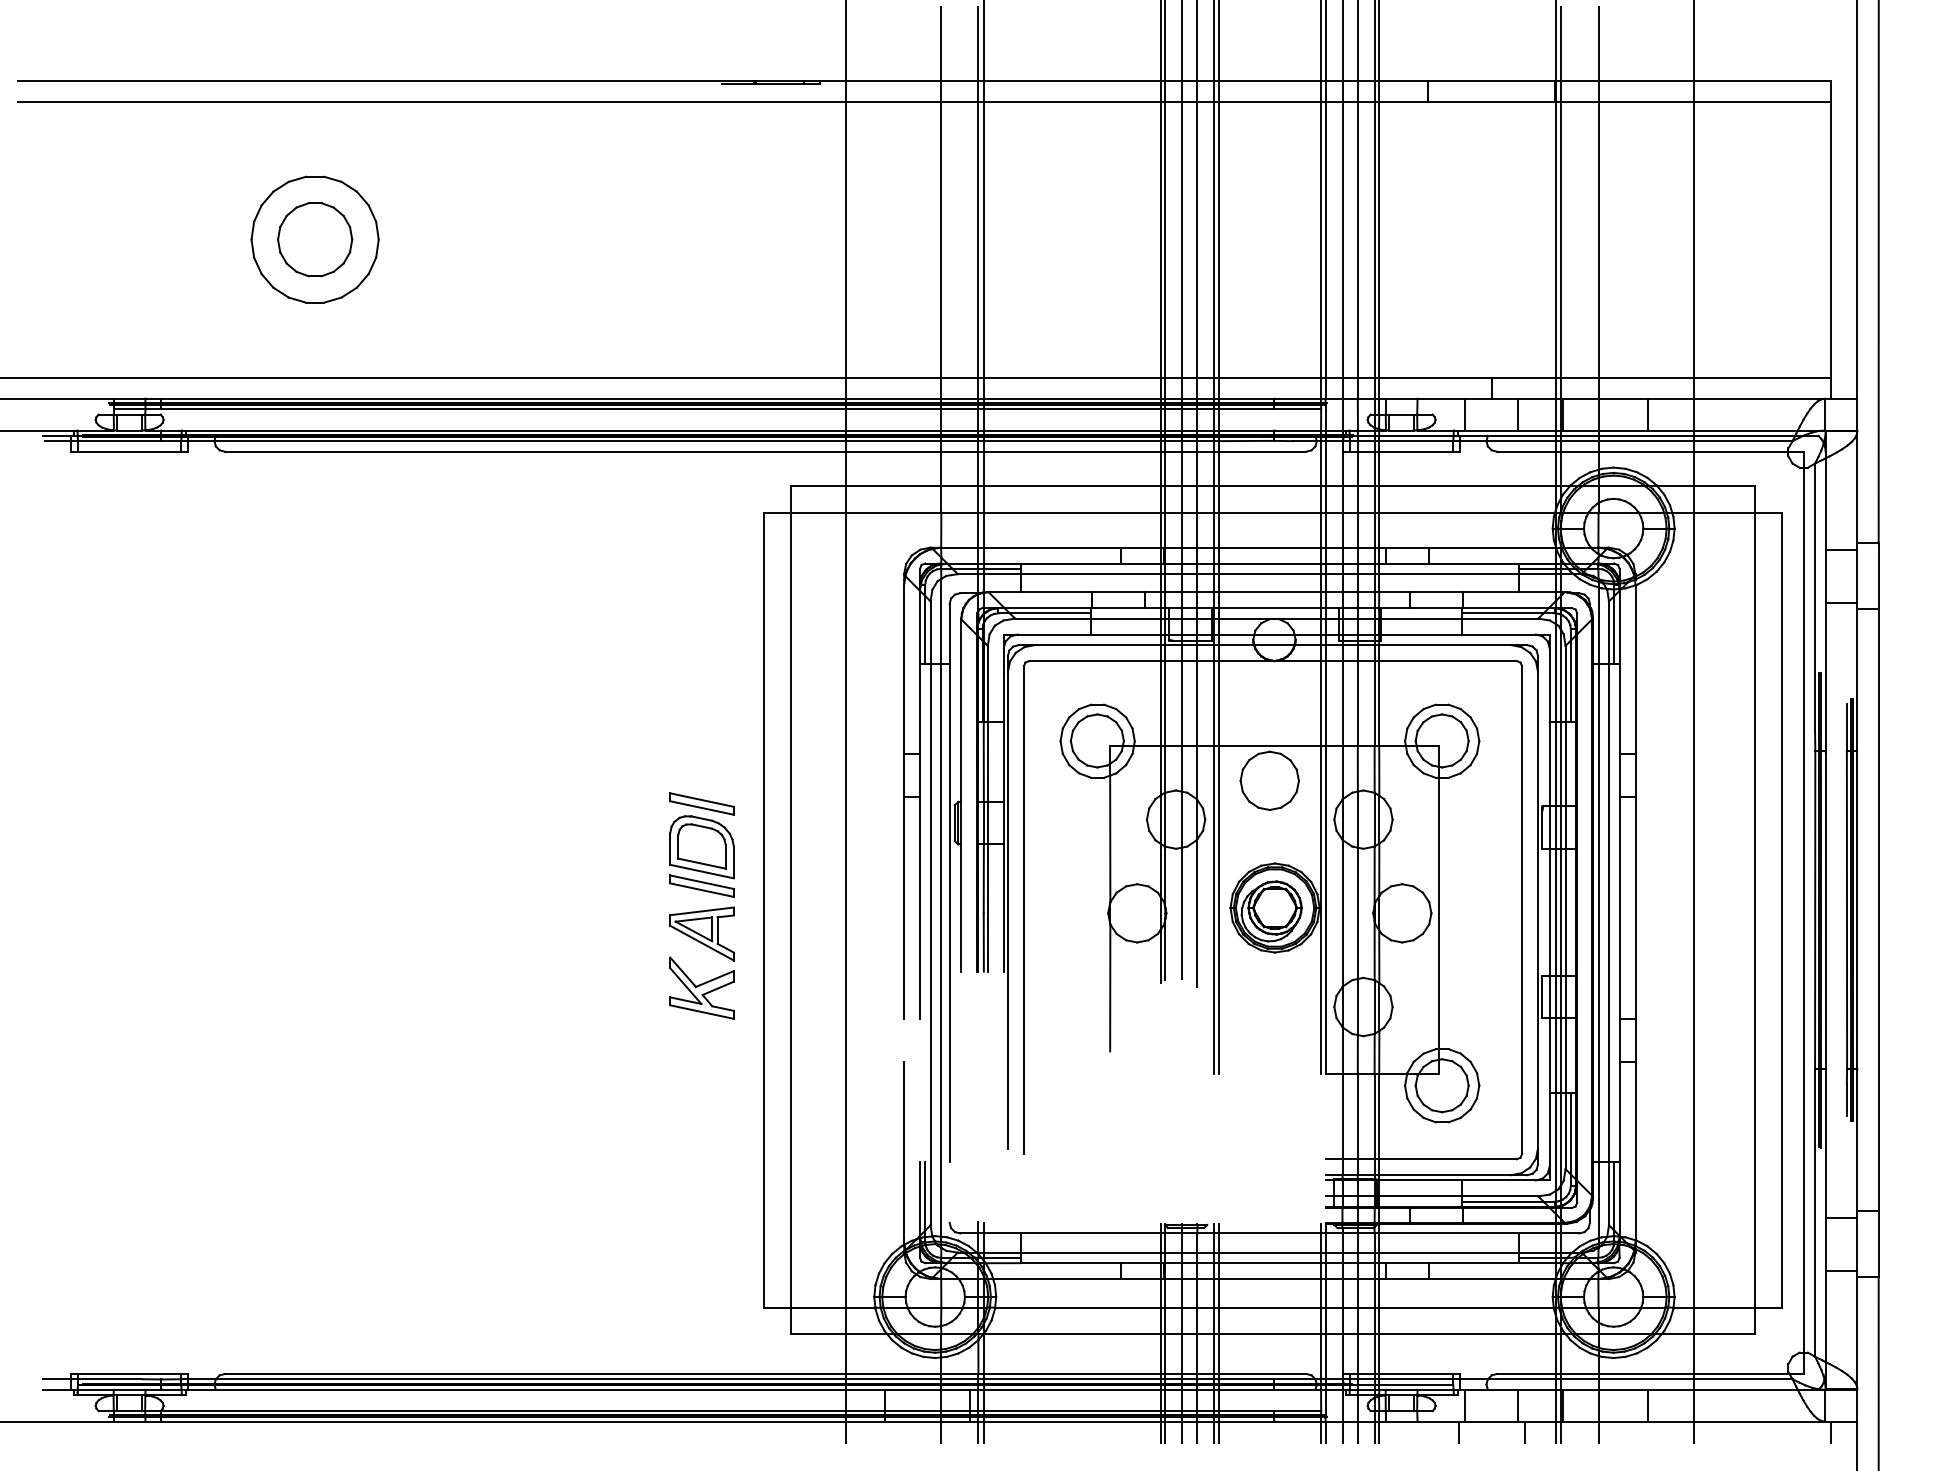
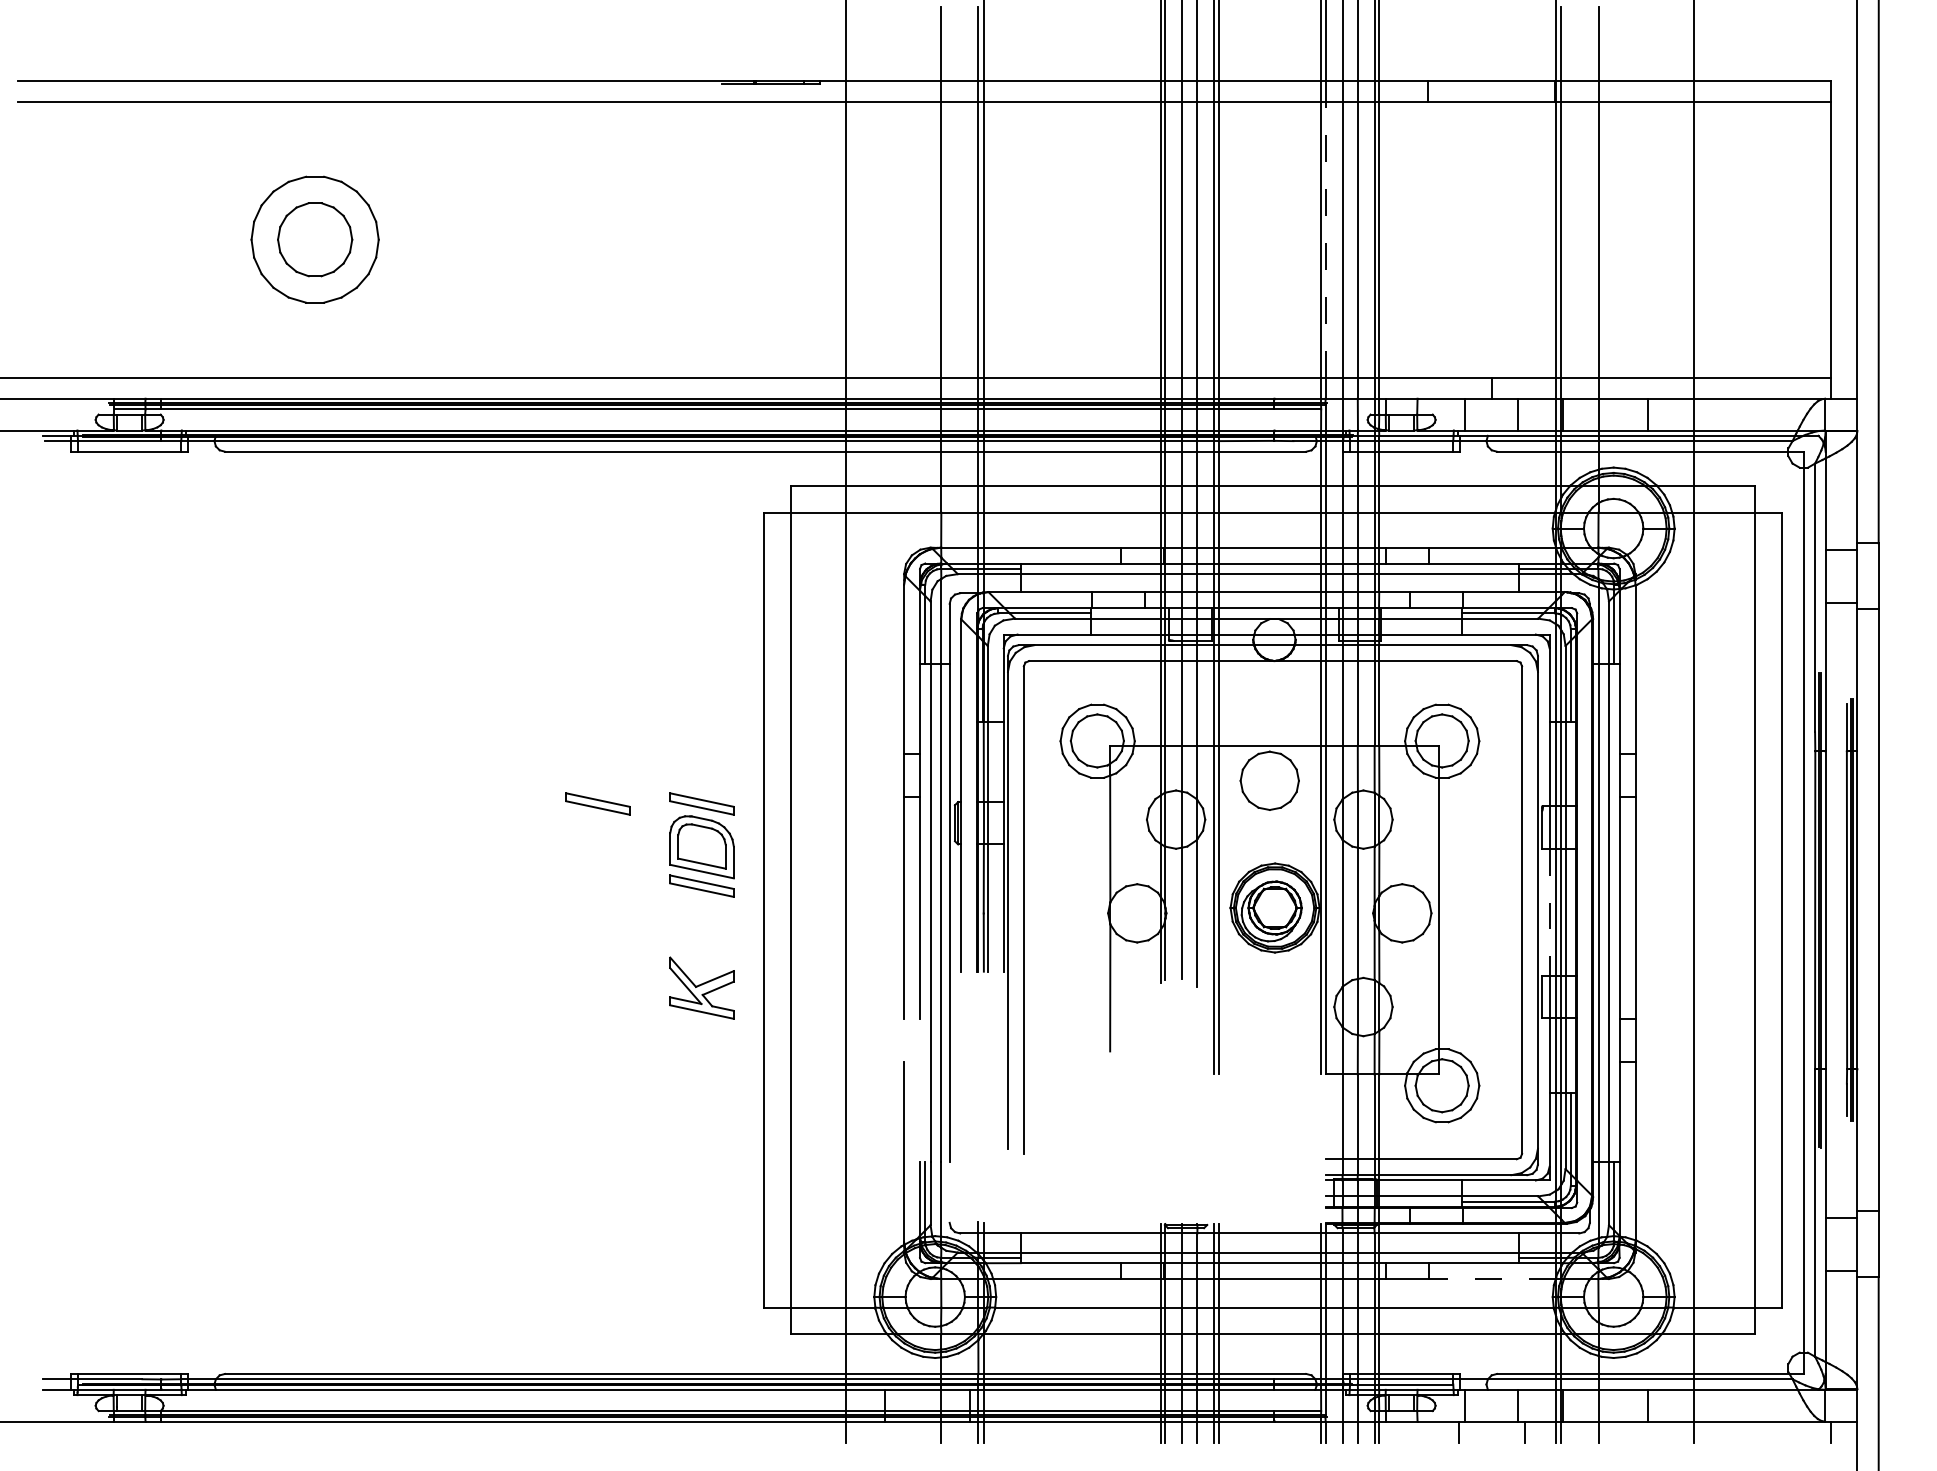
line at (1325, 239): solid -> dashed
part at (597, 803): none -> present
line at (1549, 912): solid -> dashed
part at (701, 933): present -> none
line at (1491, 1279): solid -> dashed
